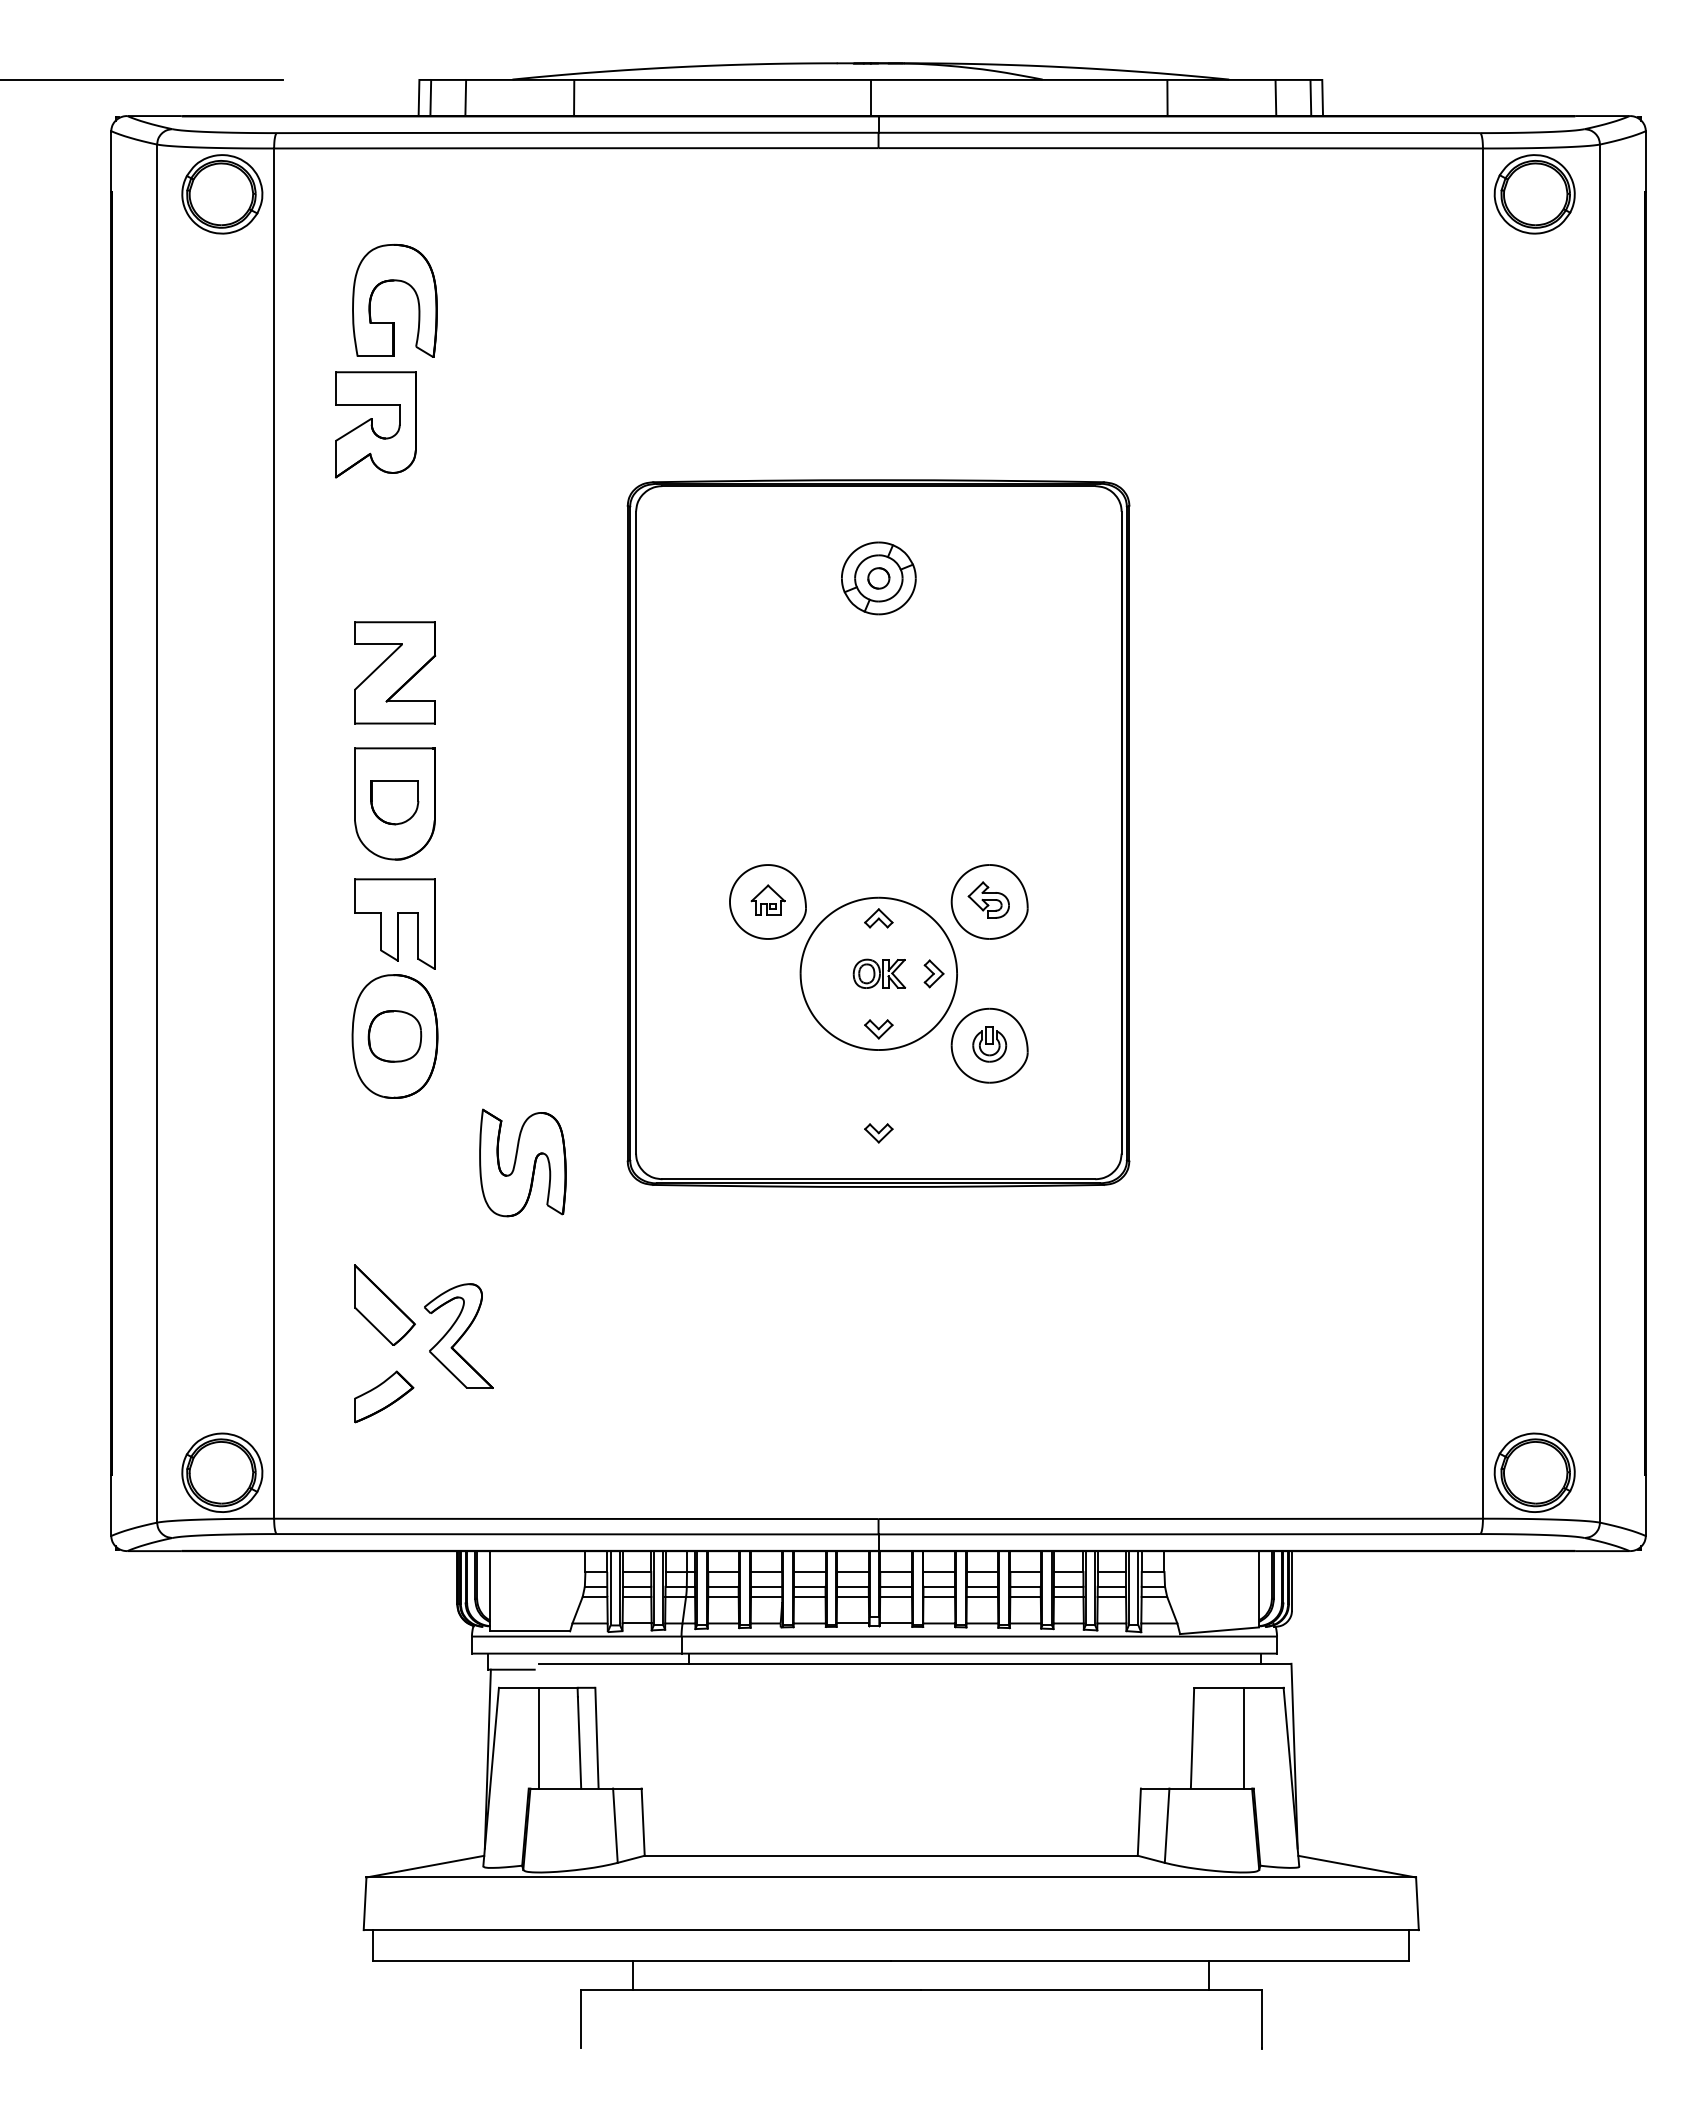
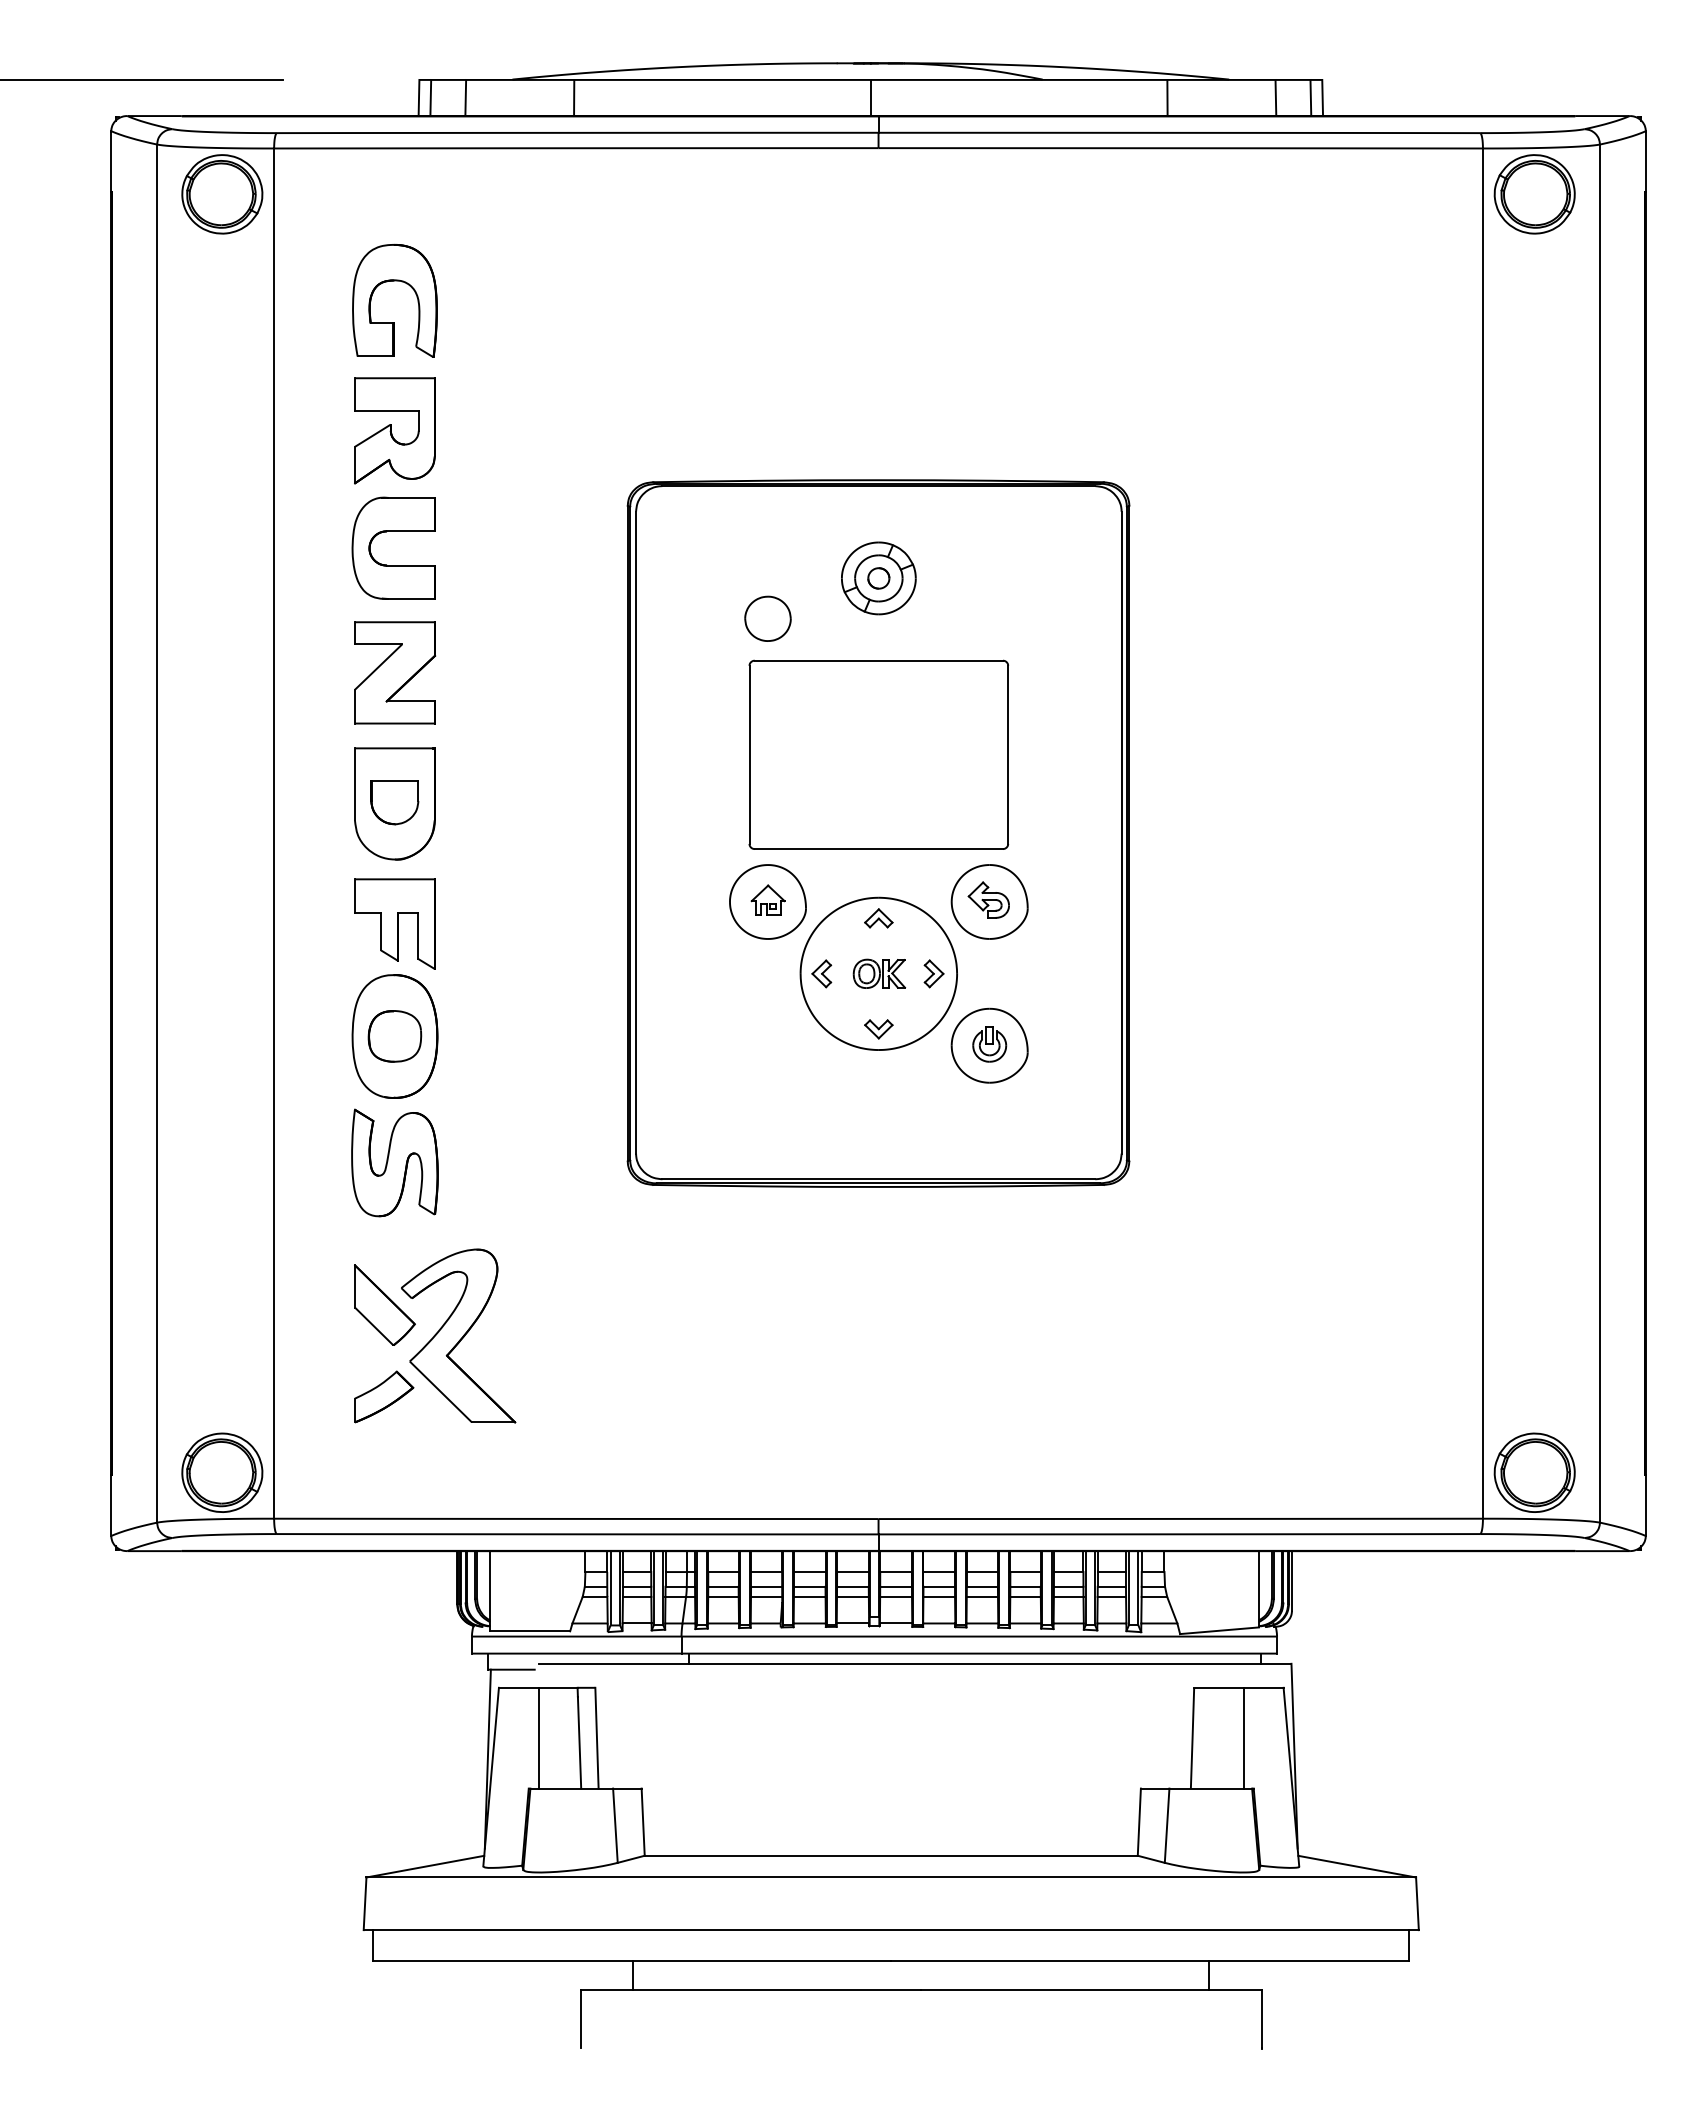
part at (375, 424) position: (375, 424) -> (394, 430)
part at (393, 531): none -> present
part at (767, 618): none -> present
part at (878, 754): none -> present
part at (821, 973): none -> present
part at (878, 1133): present -> none
part at (522, 1162) position: (522, 1162) -> (394, 1162)
part at (458, 1335) size: 70x106 px -> 116x176 px
